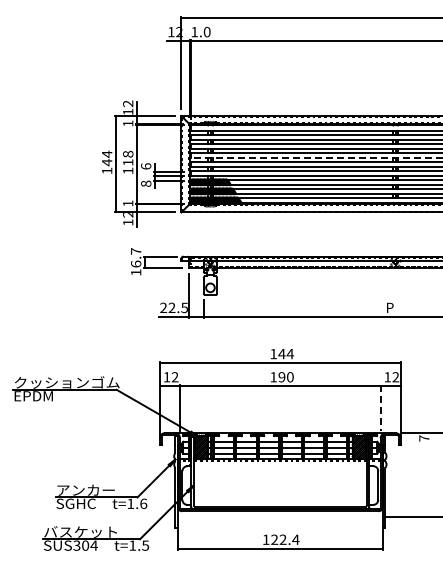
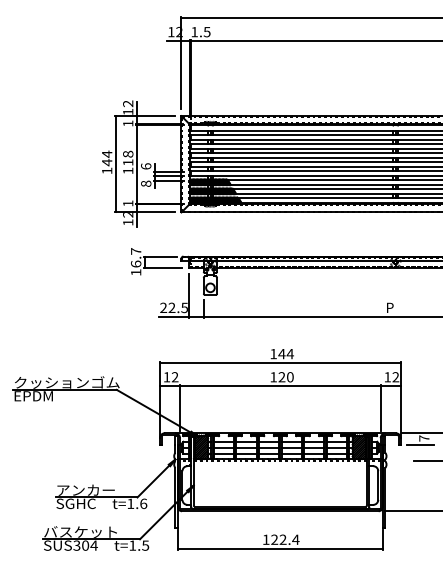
text at (206, 31): 1.0 -> 1.5
line at (316, 157): dashed -> solid
text at (281, 377): 190 -> 120
line at (380, 408): dashed -> solid
line at (420, 444): none -> present
line at (426, 461): none -> present
line at (412, 517) position: (412, 517) -> (412, 511)
